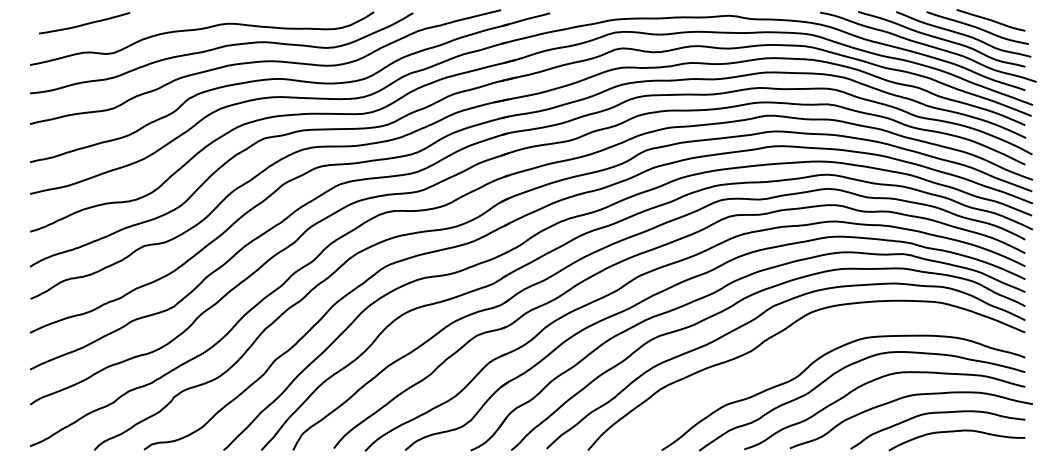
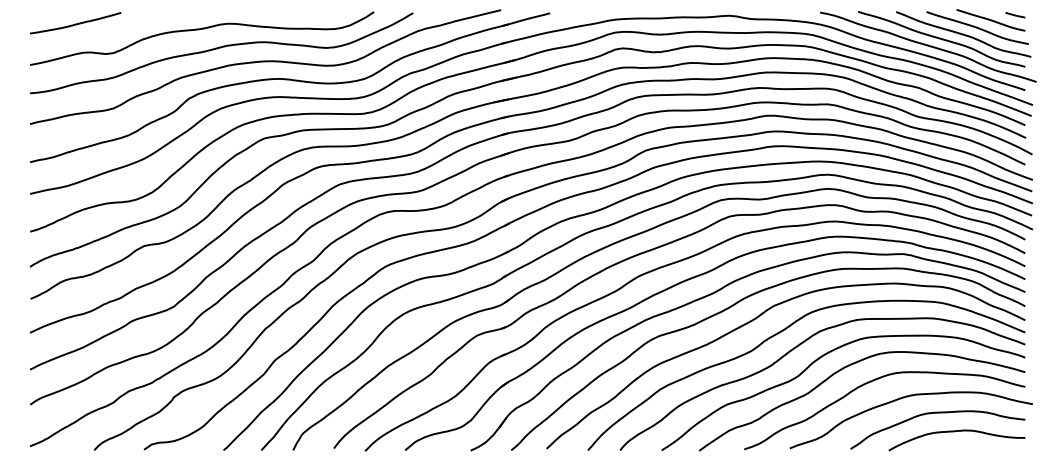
line at (1015, 15): none -> present
curve at (84, 23) position: (84, 23) -> (75, 23)
curve at (796, 348): none -> present
